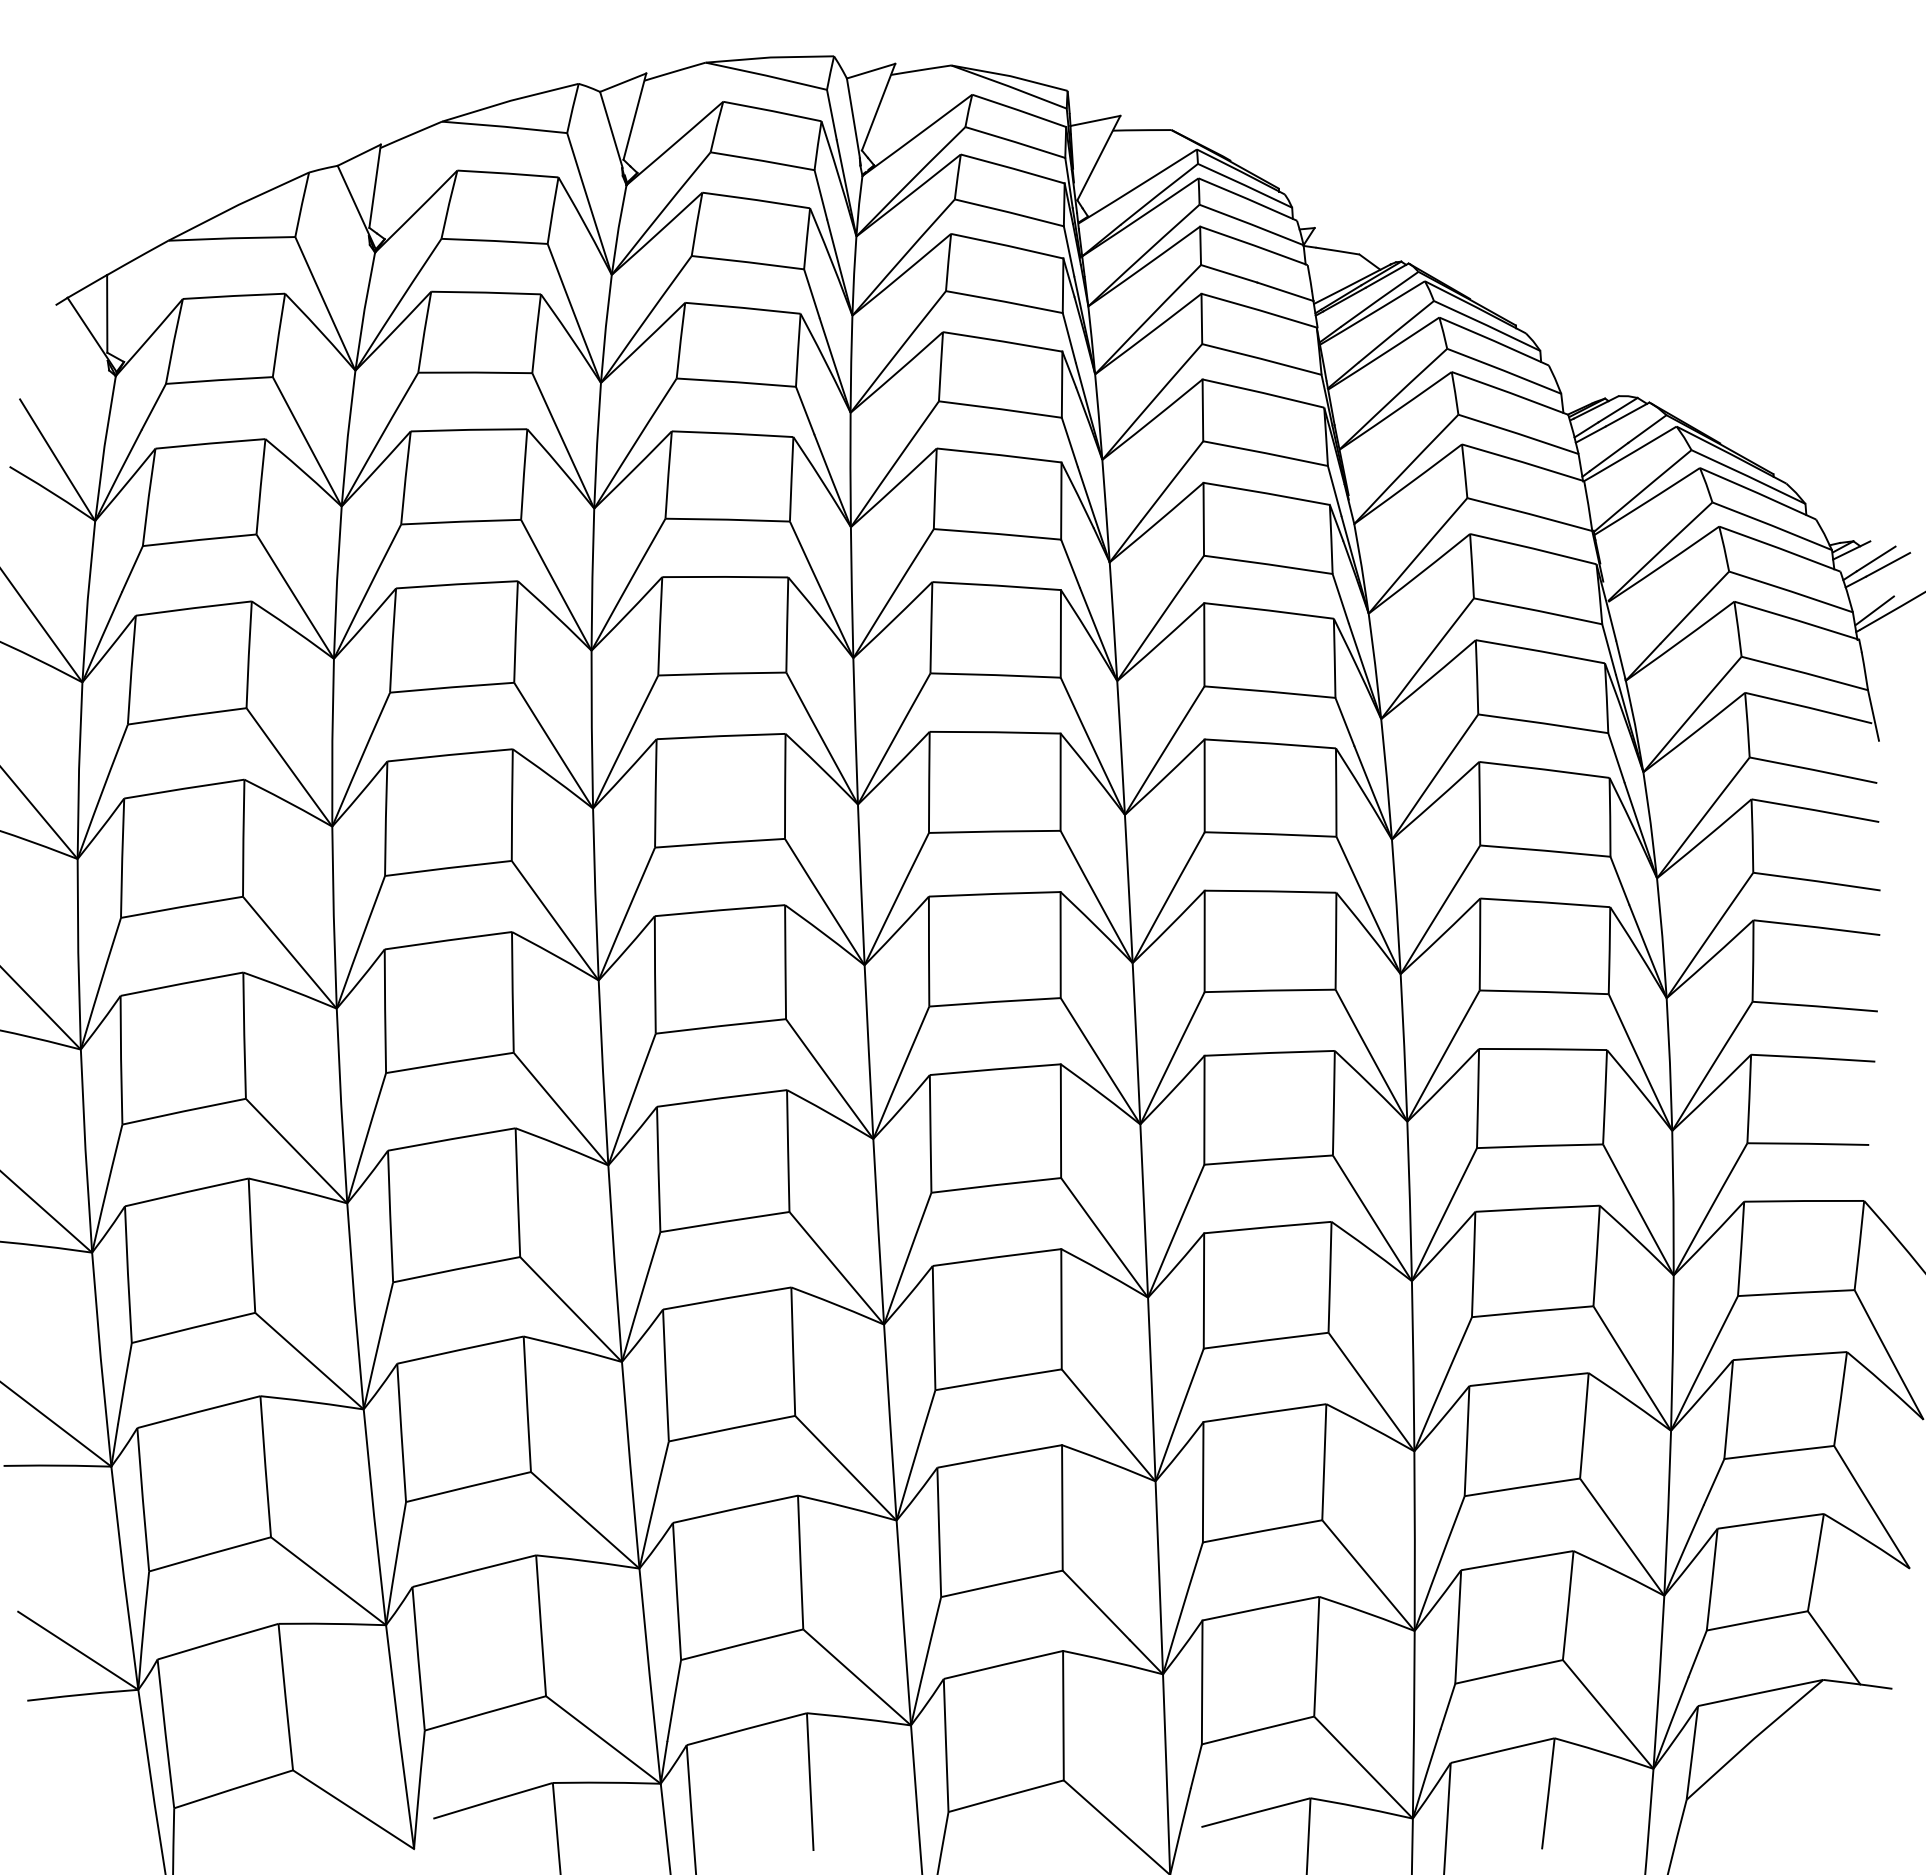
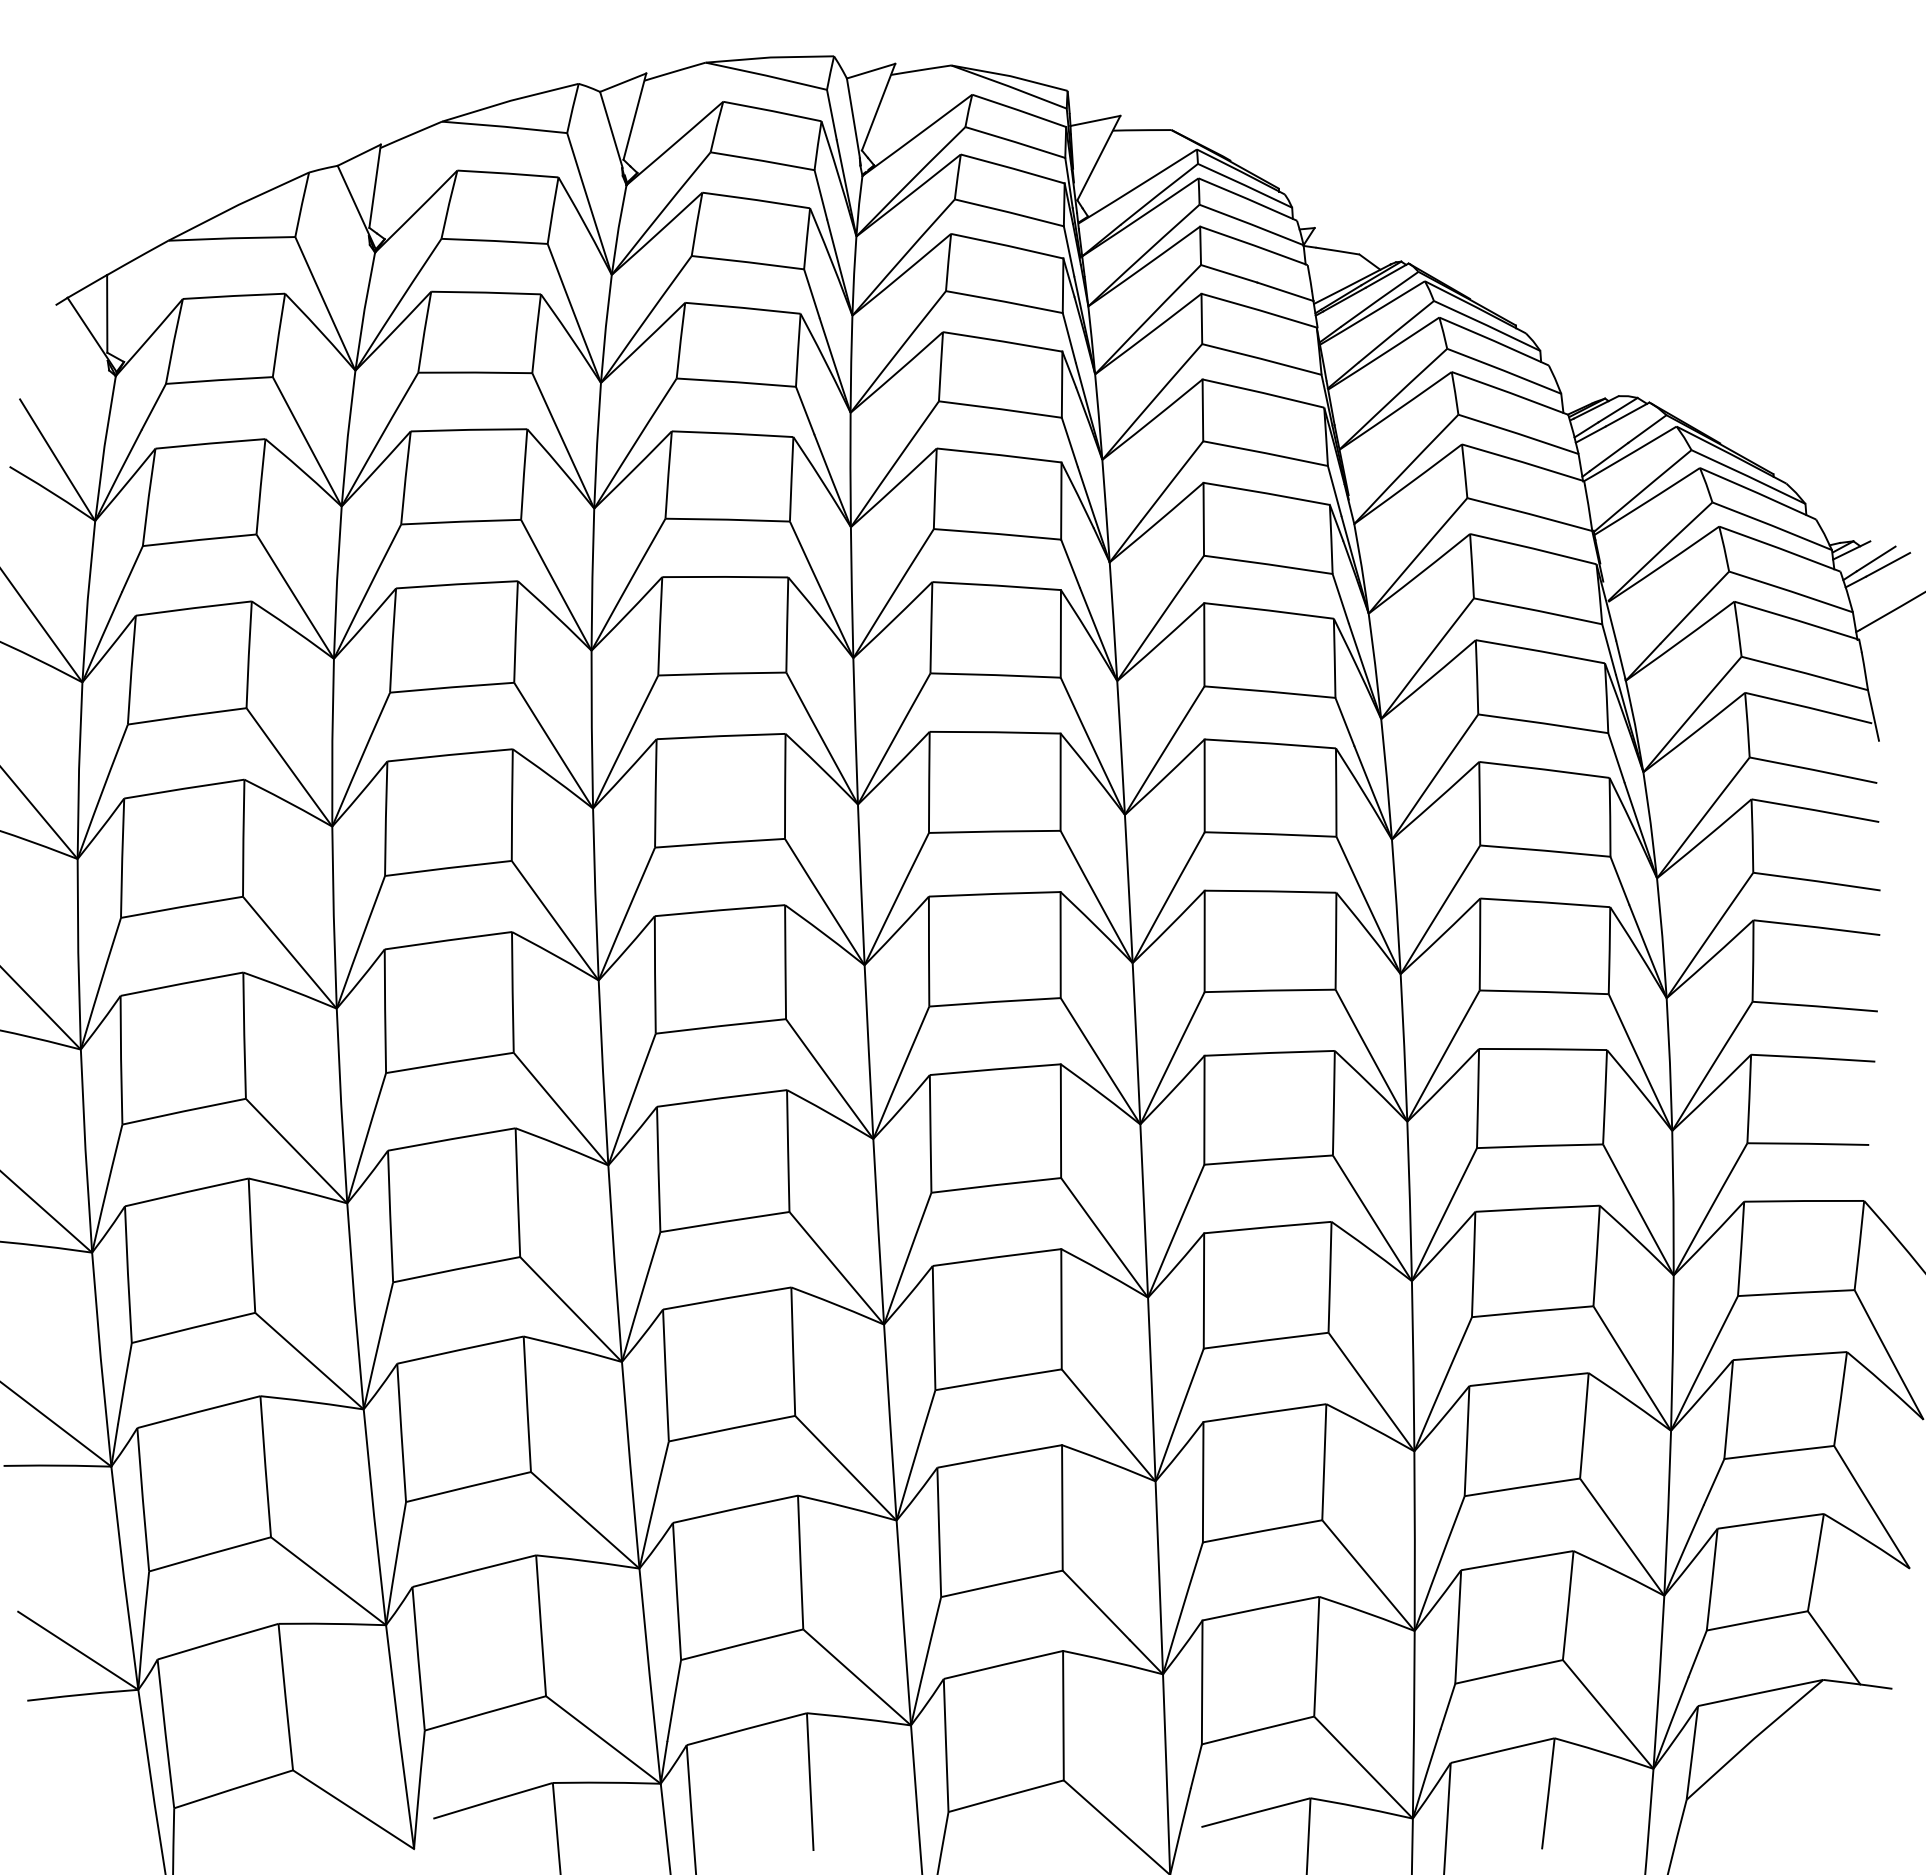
line at (1874, 610): present -> none
